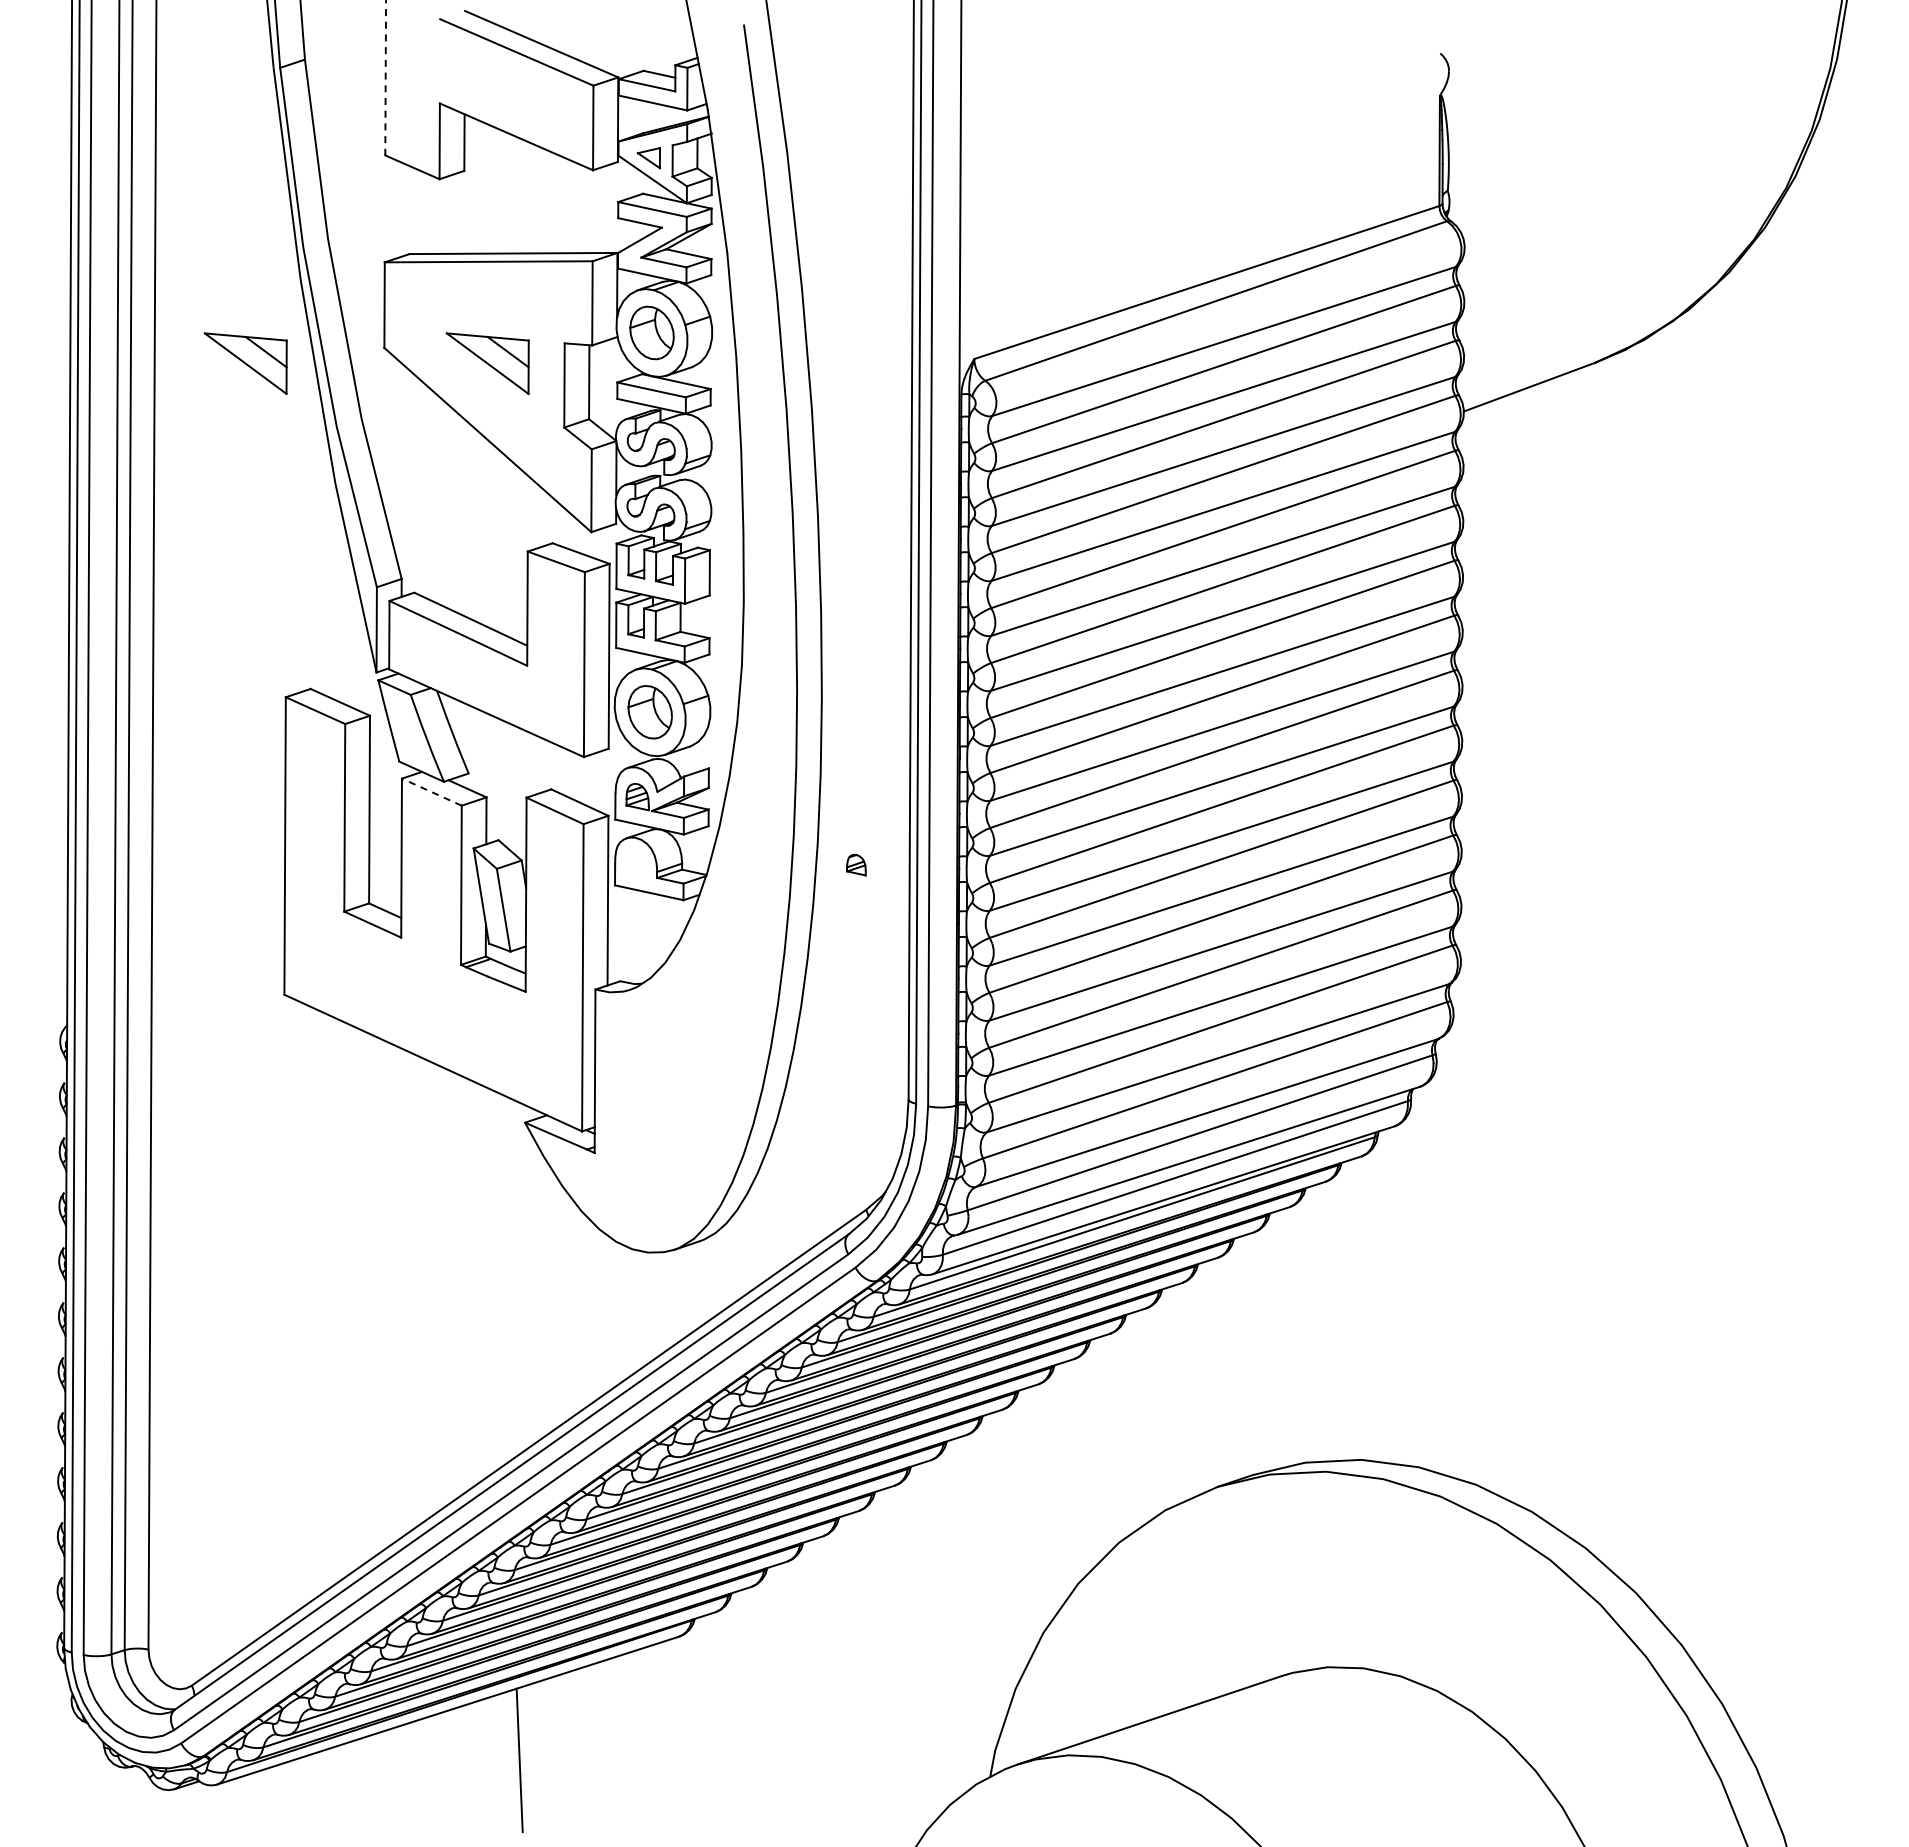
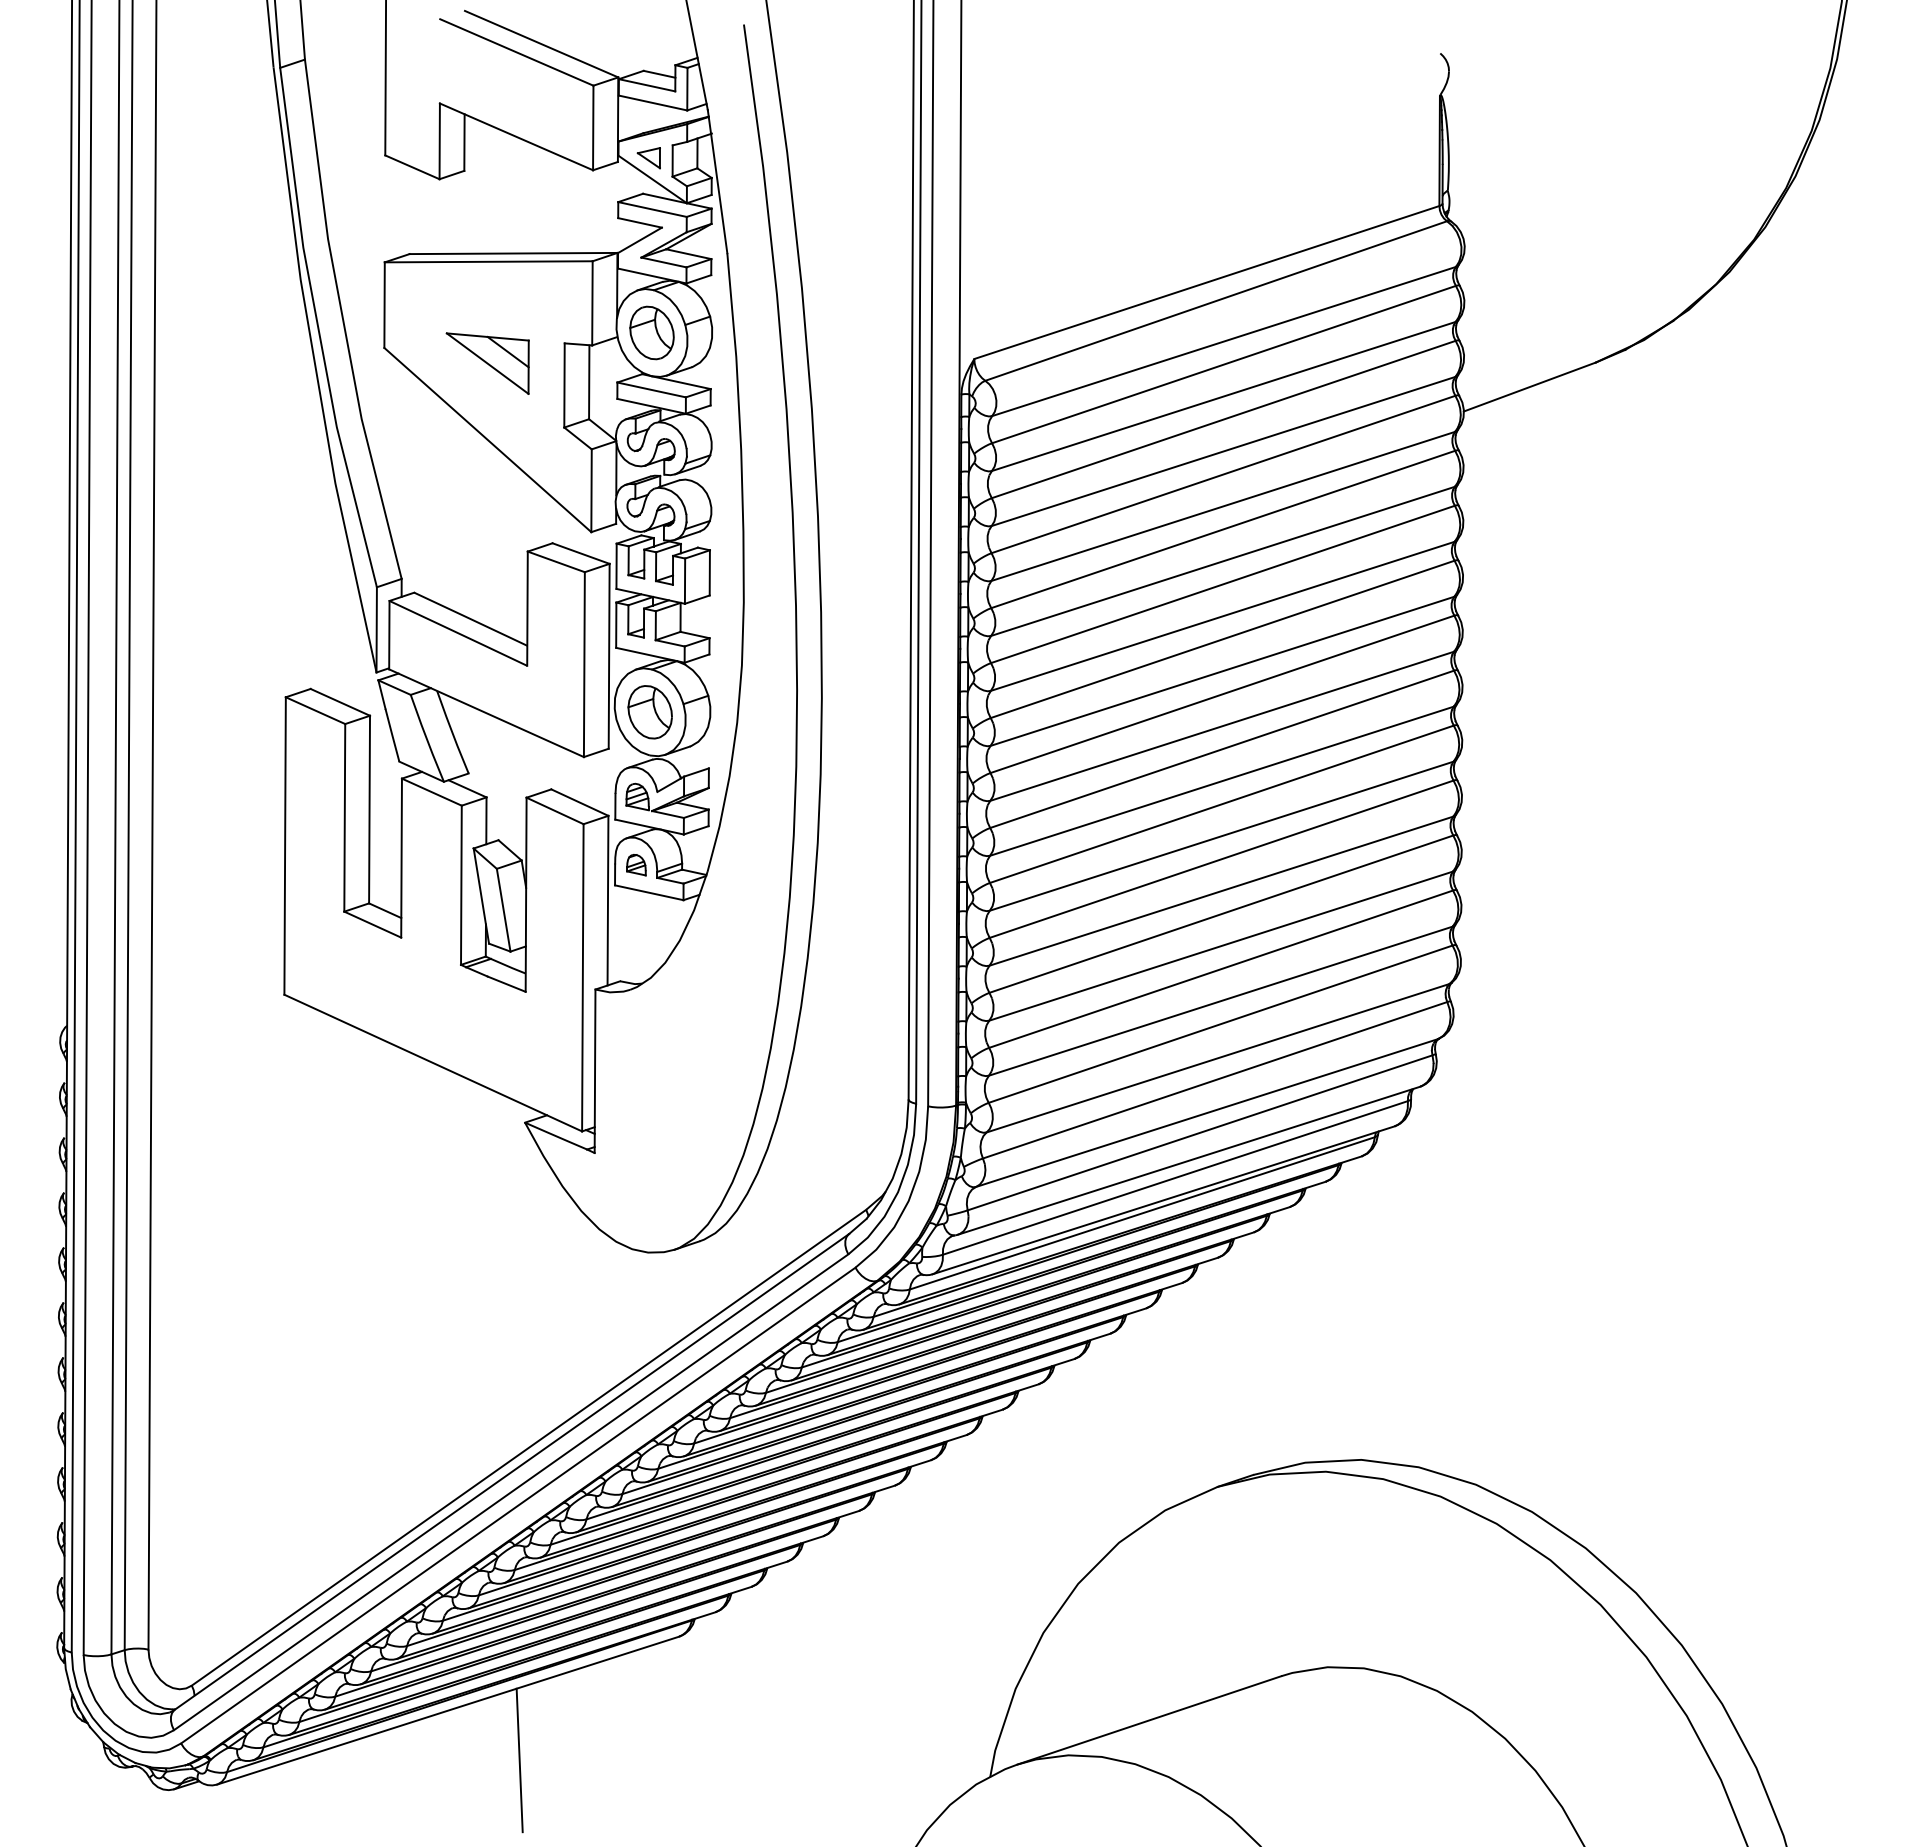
line at (385, 78): dashed -> solid
part at (245, 363): present -> none
line at (431, 792): dashed -> solid
part at (856, 865) position: (856, 865) -> (636, 865)
